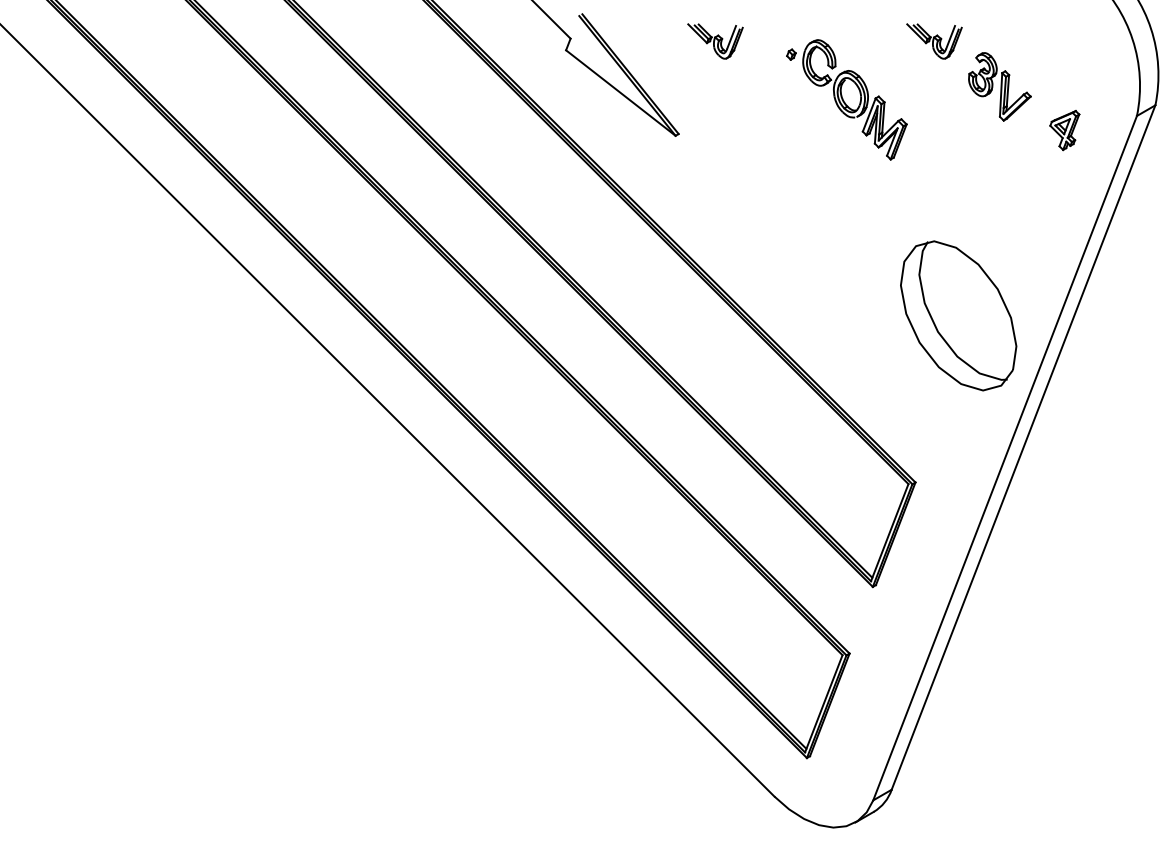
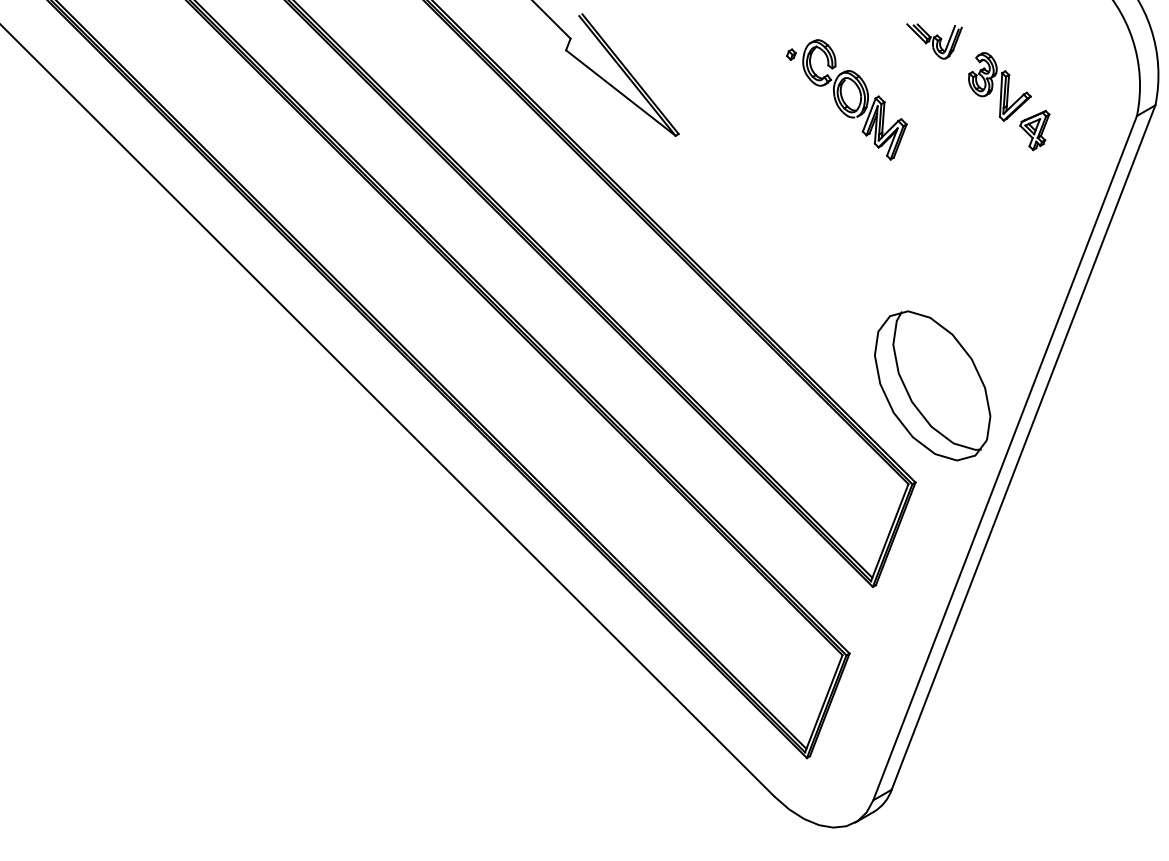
part at (715, 41): present -> none
part at (1064, 130) position: (1064, 130) -> (1034, 130)
part at (958, 315) position: (958, 315) -> (932, 385)
